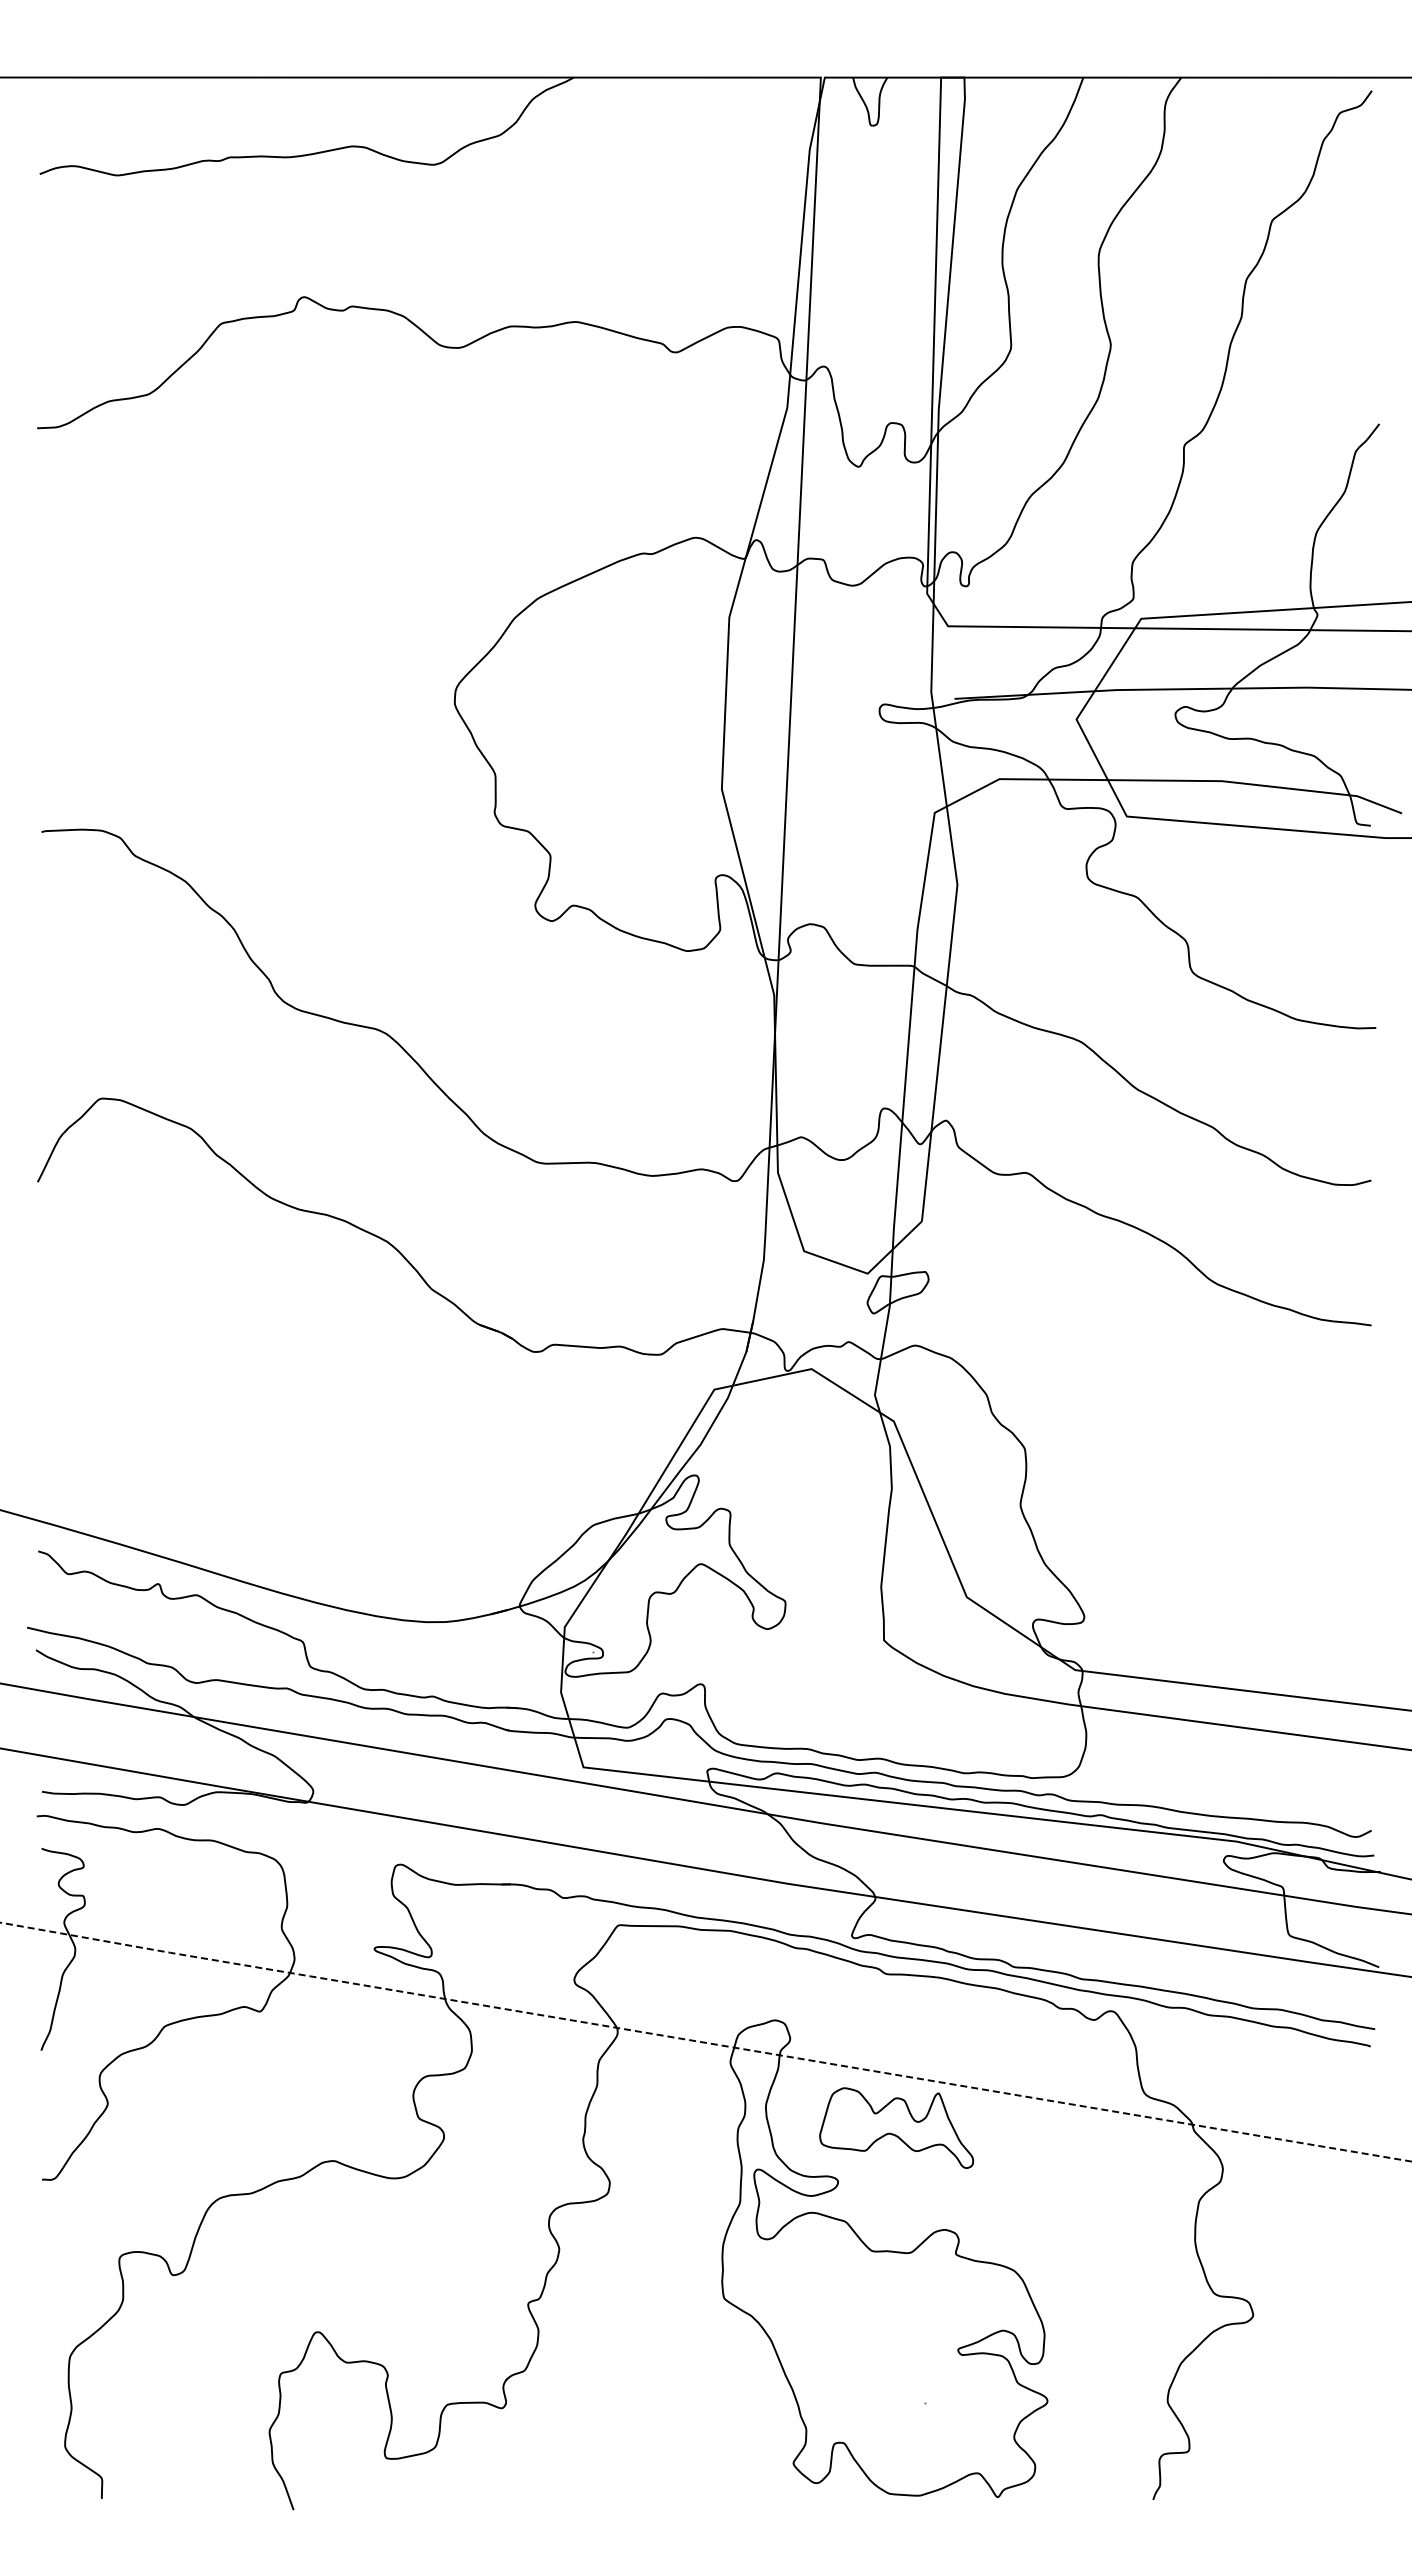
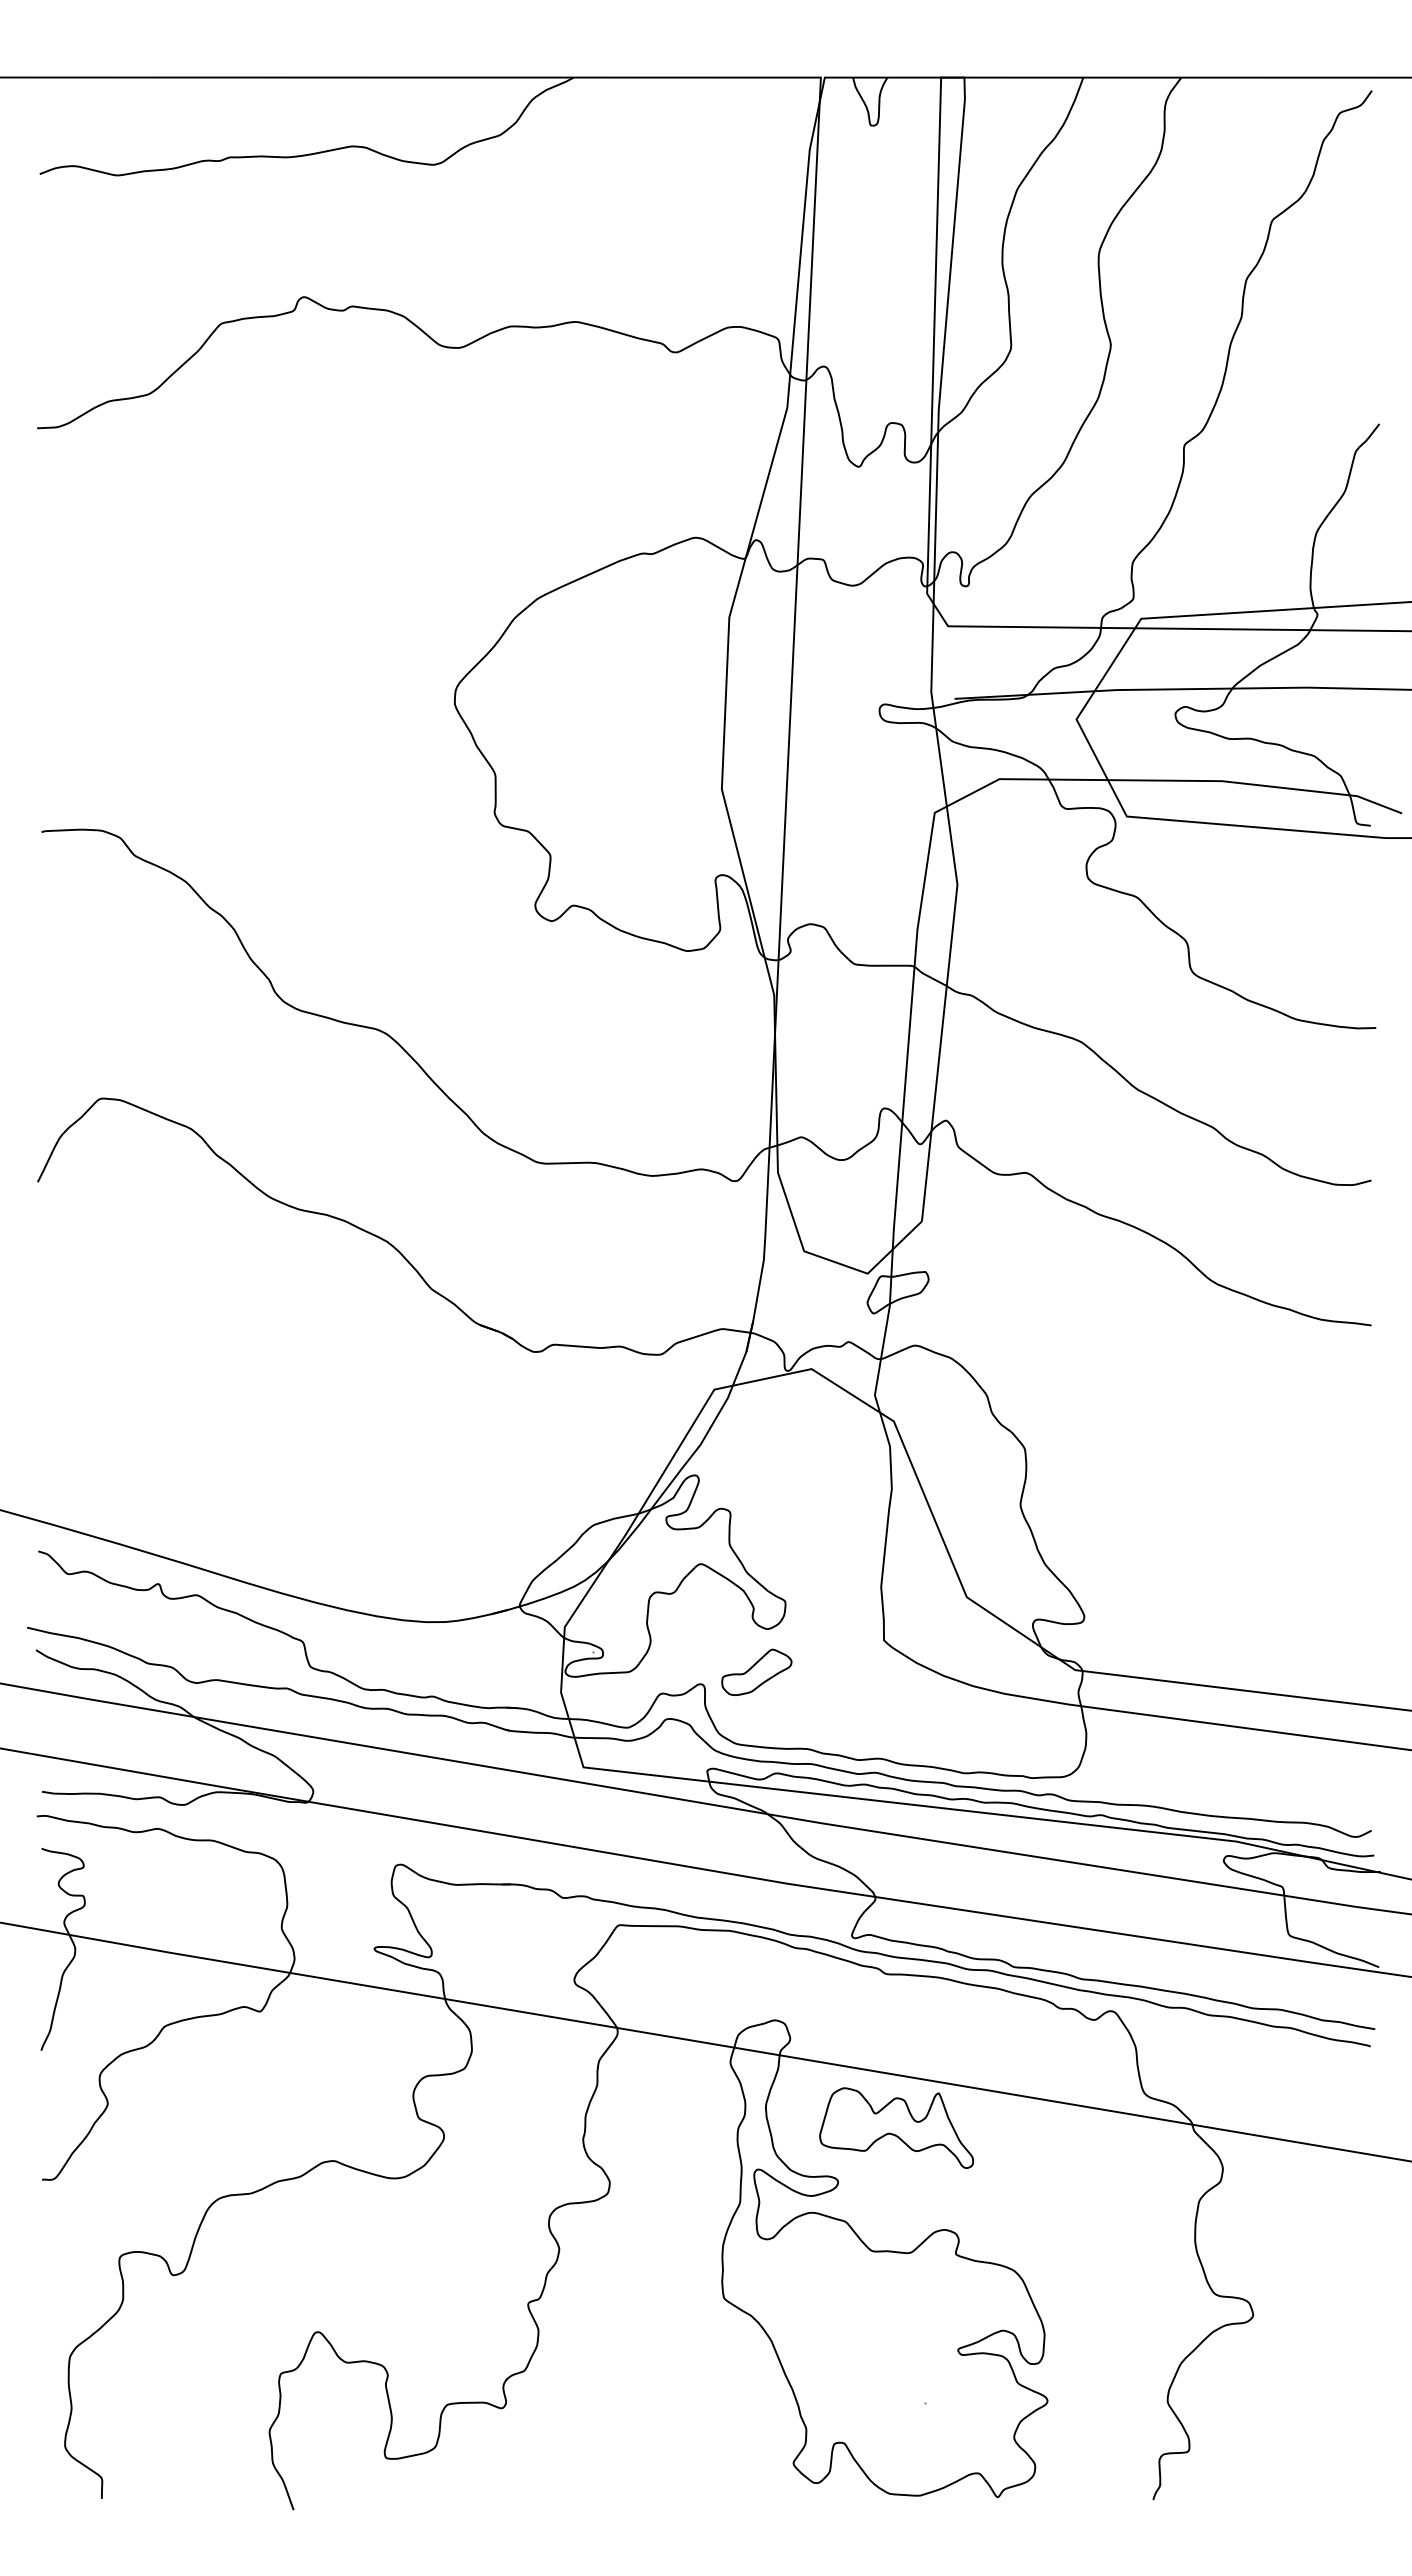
part at (756, 1671): none -> present
line at (705, 2042): dashed -> solid
